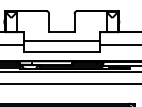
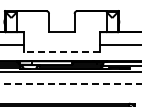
line at (61, 40): present -> none
line at (61, 52): solid -> dashed
line at (70, 84): solid -> dashed
